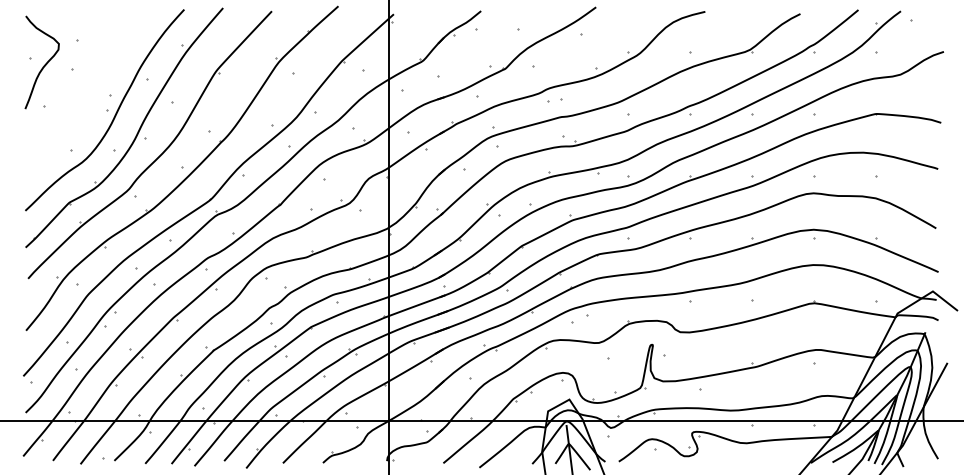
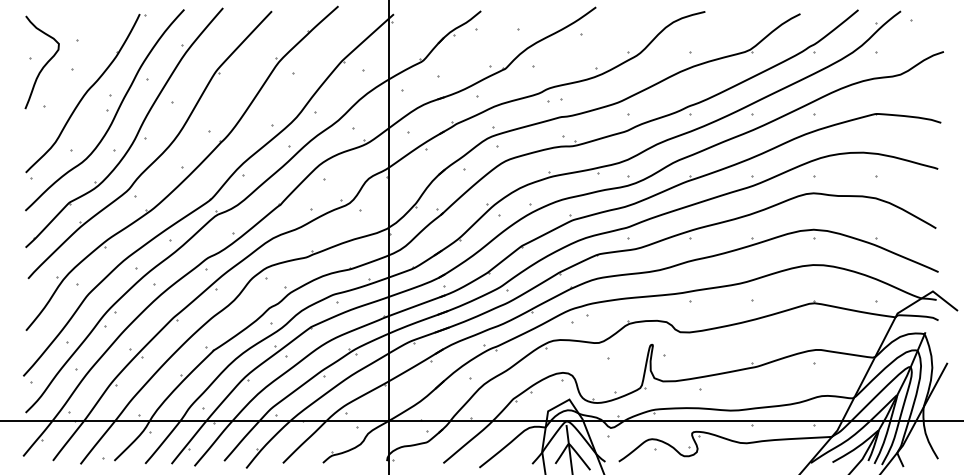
part at (85, 96): none -> present
